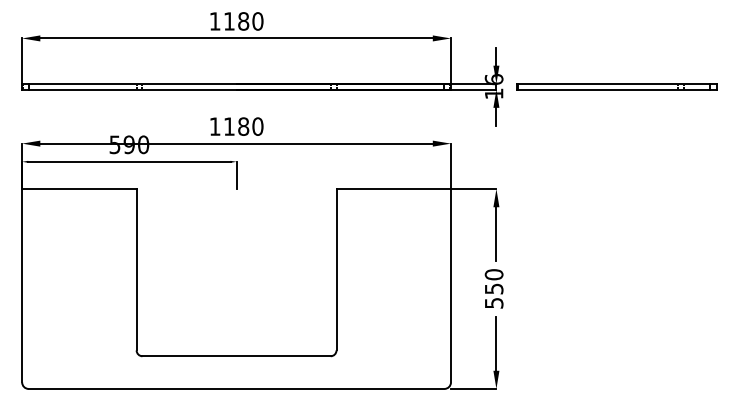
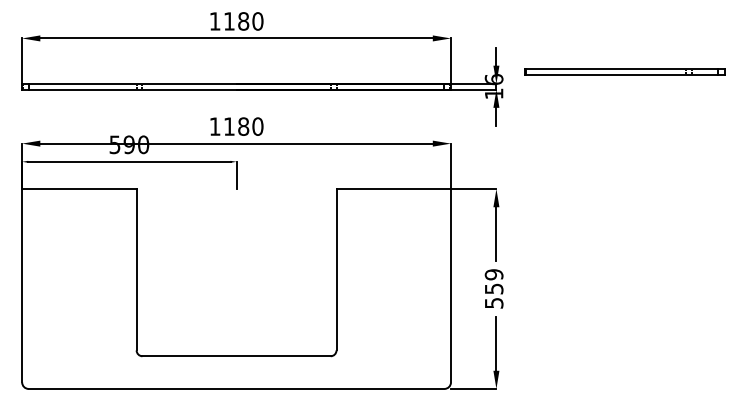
part at (616, 86) position: (616, 86) -> (624, 71)
text at (494, 274): 550 -> 559
